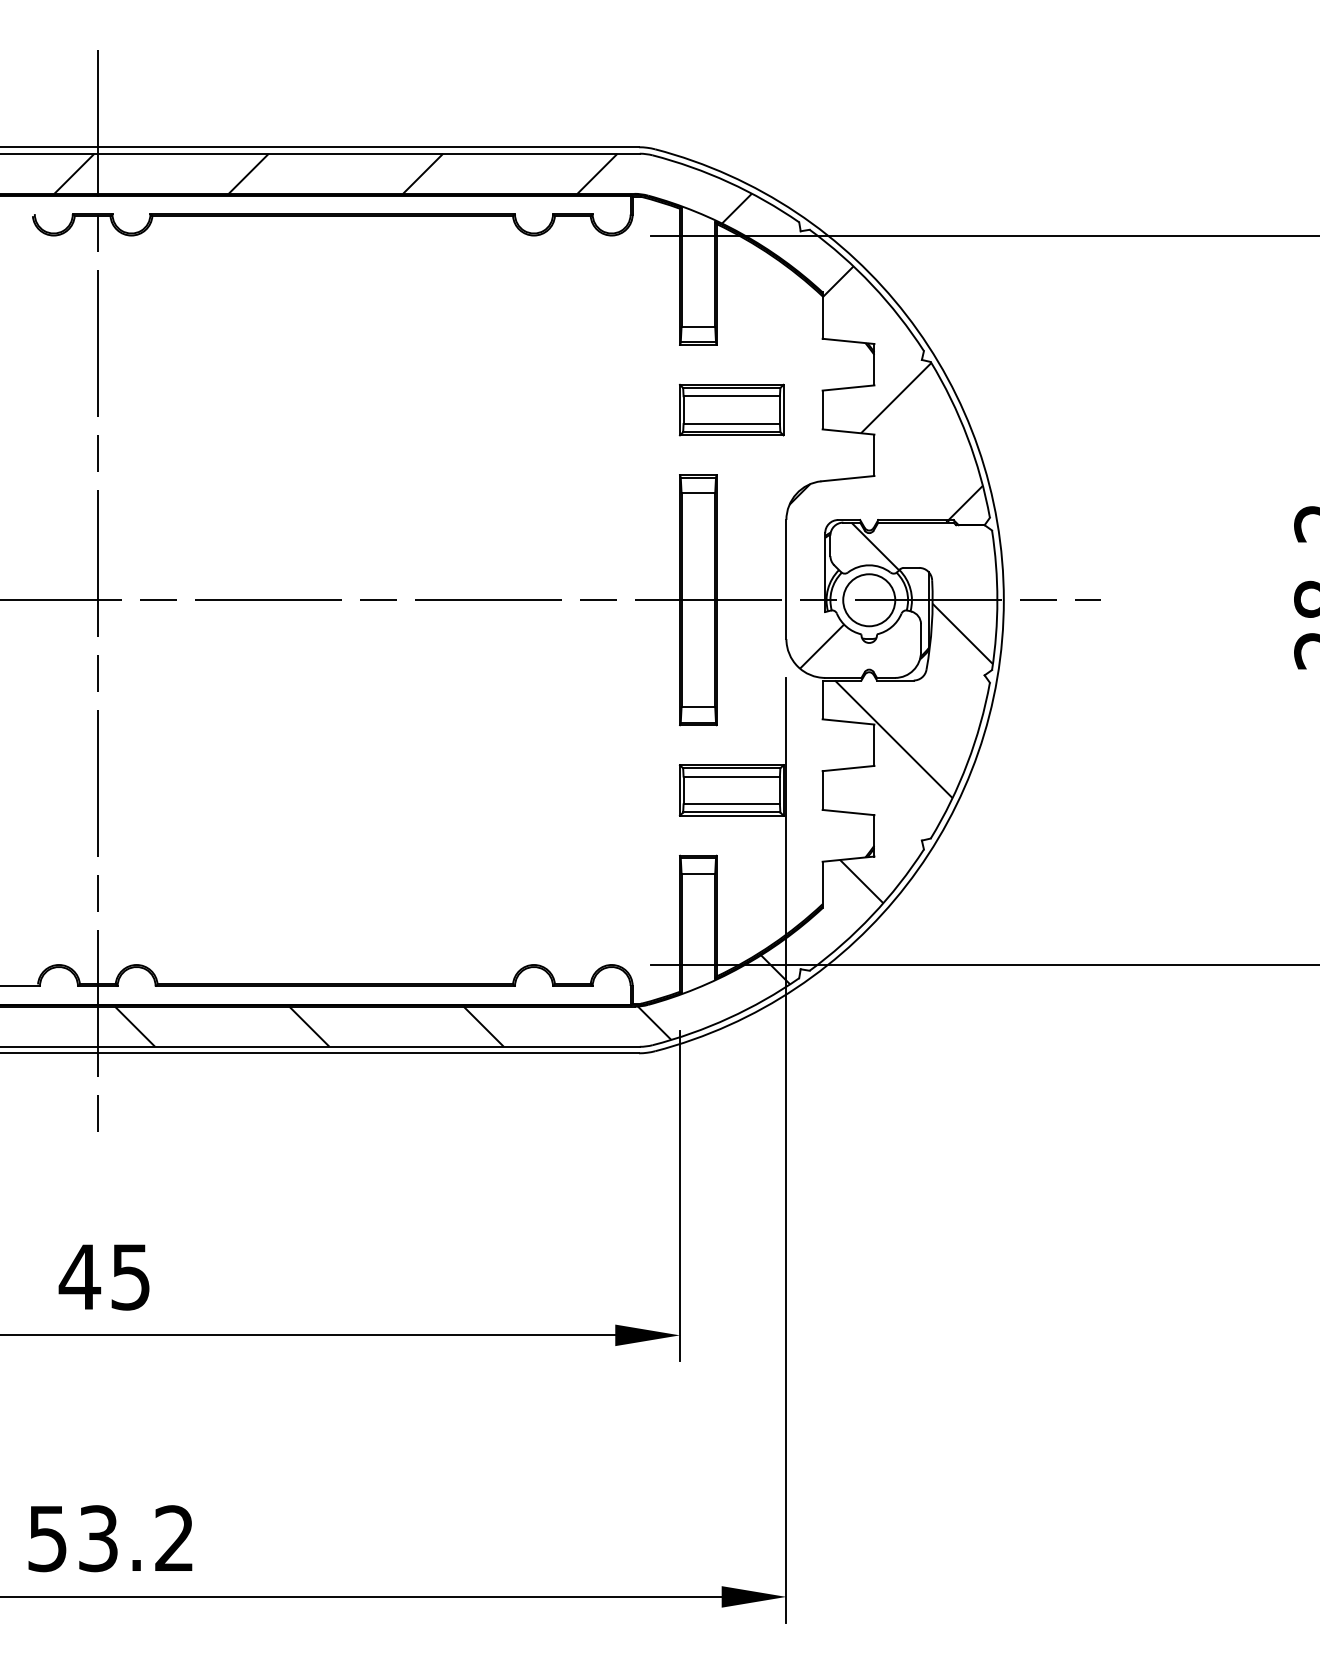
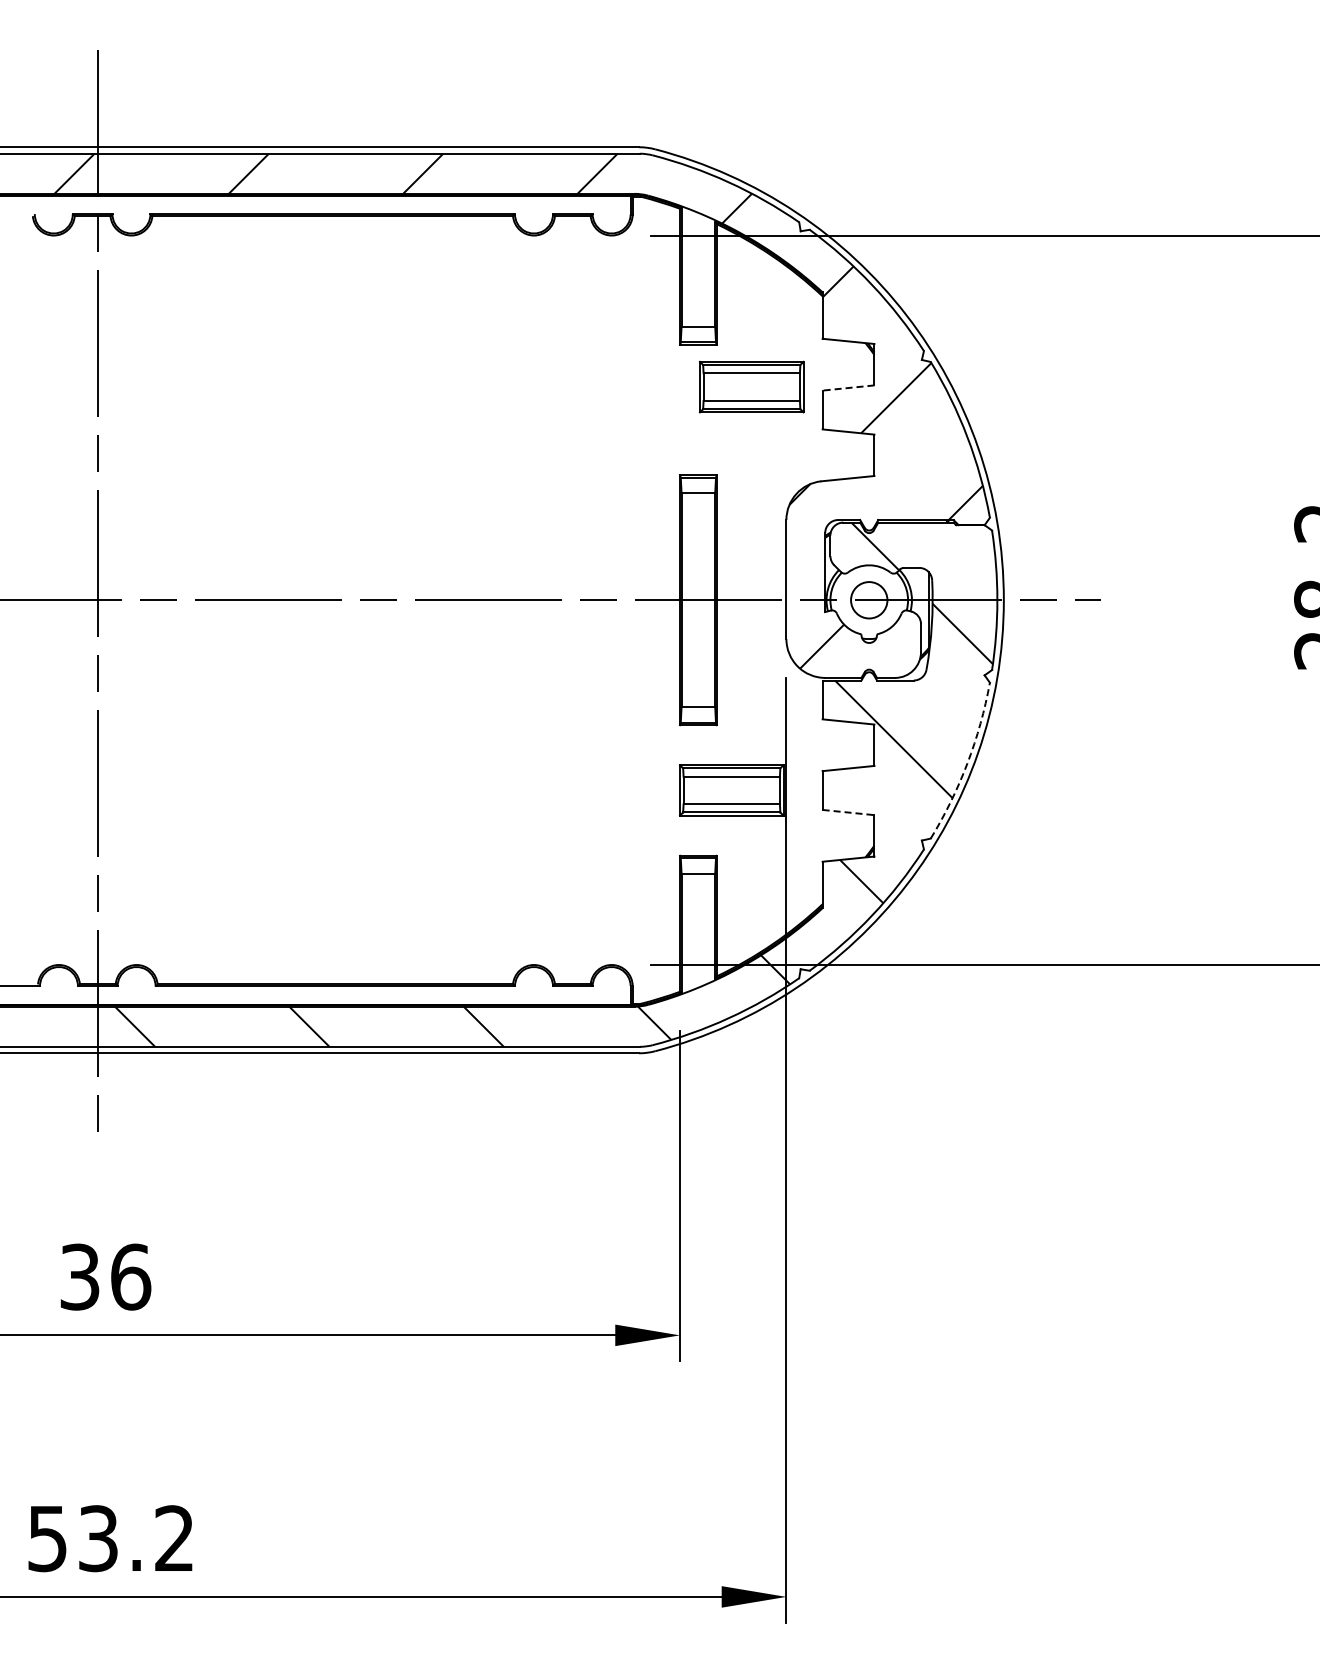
line at (848, 388): solid -> dashed
part at (731, 409) position: (731, 409) -> (751, 386)
circle at (869, 600) diameter: 52 px -> 36 px
arc at (967, 763): solid -> dashed
line at (849, 812): solid -> dashed
text at (104, 1276): 45 -> 36
